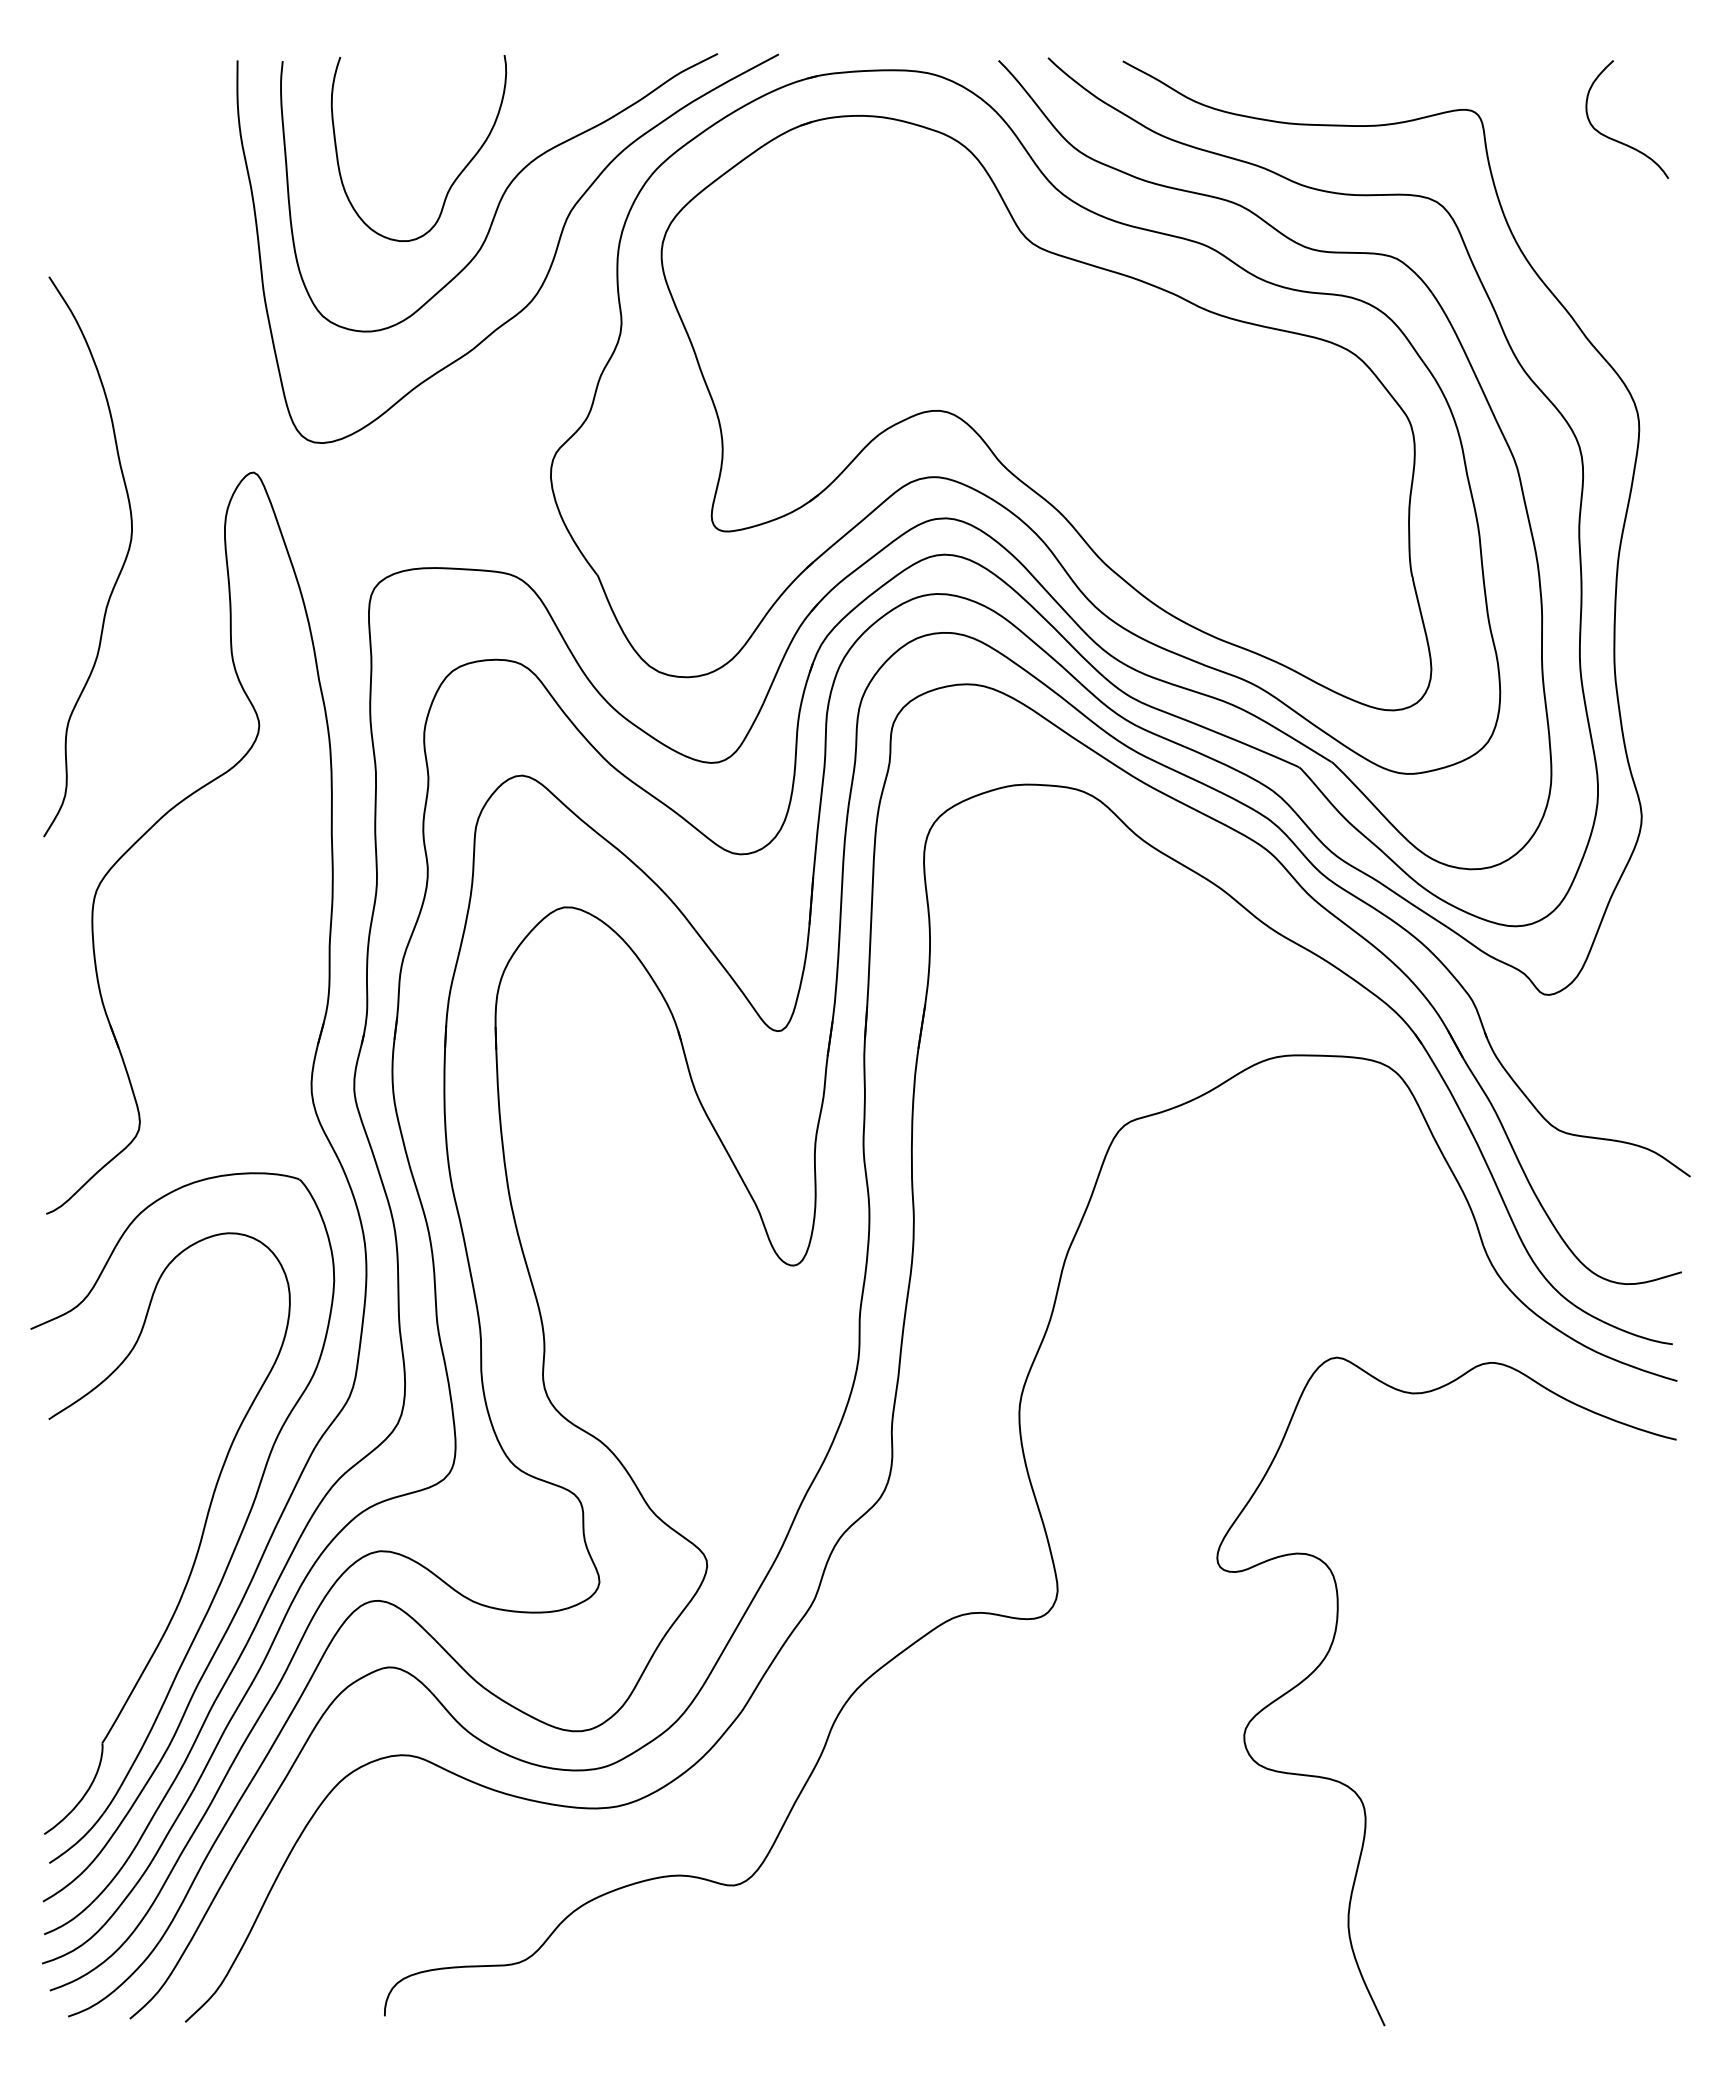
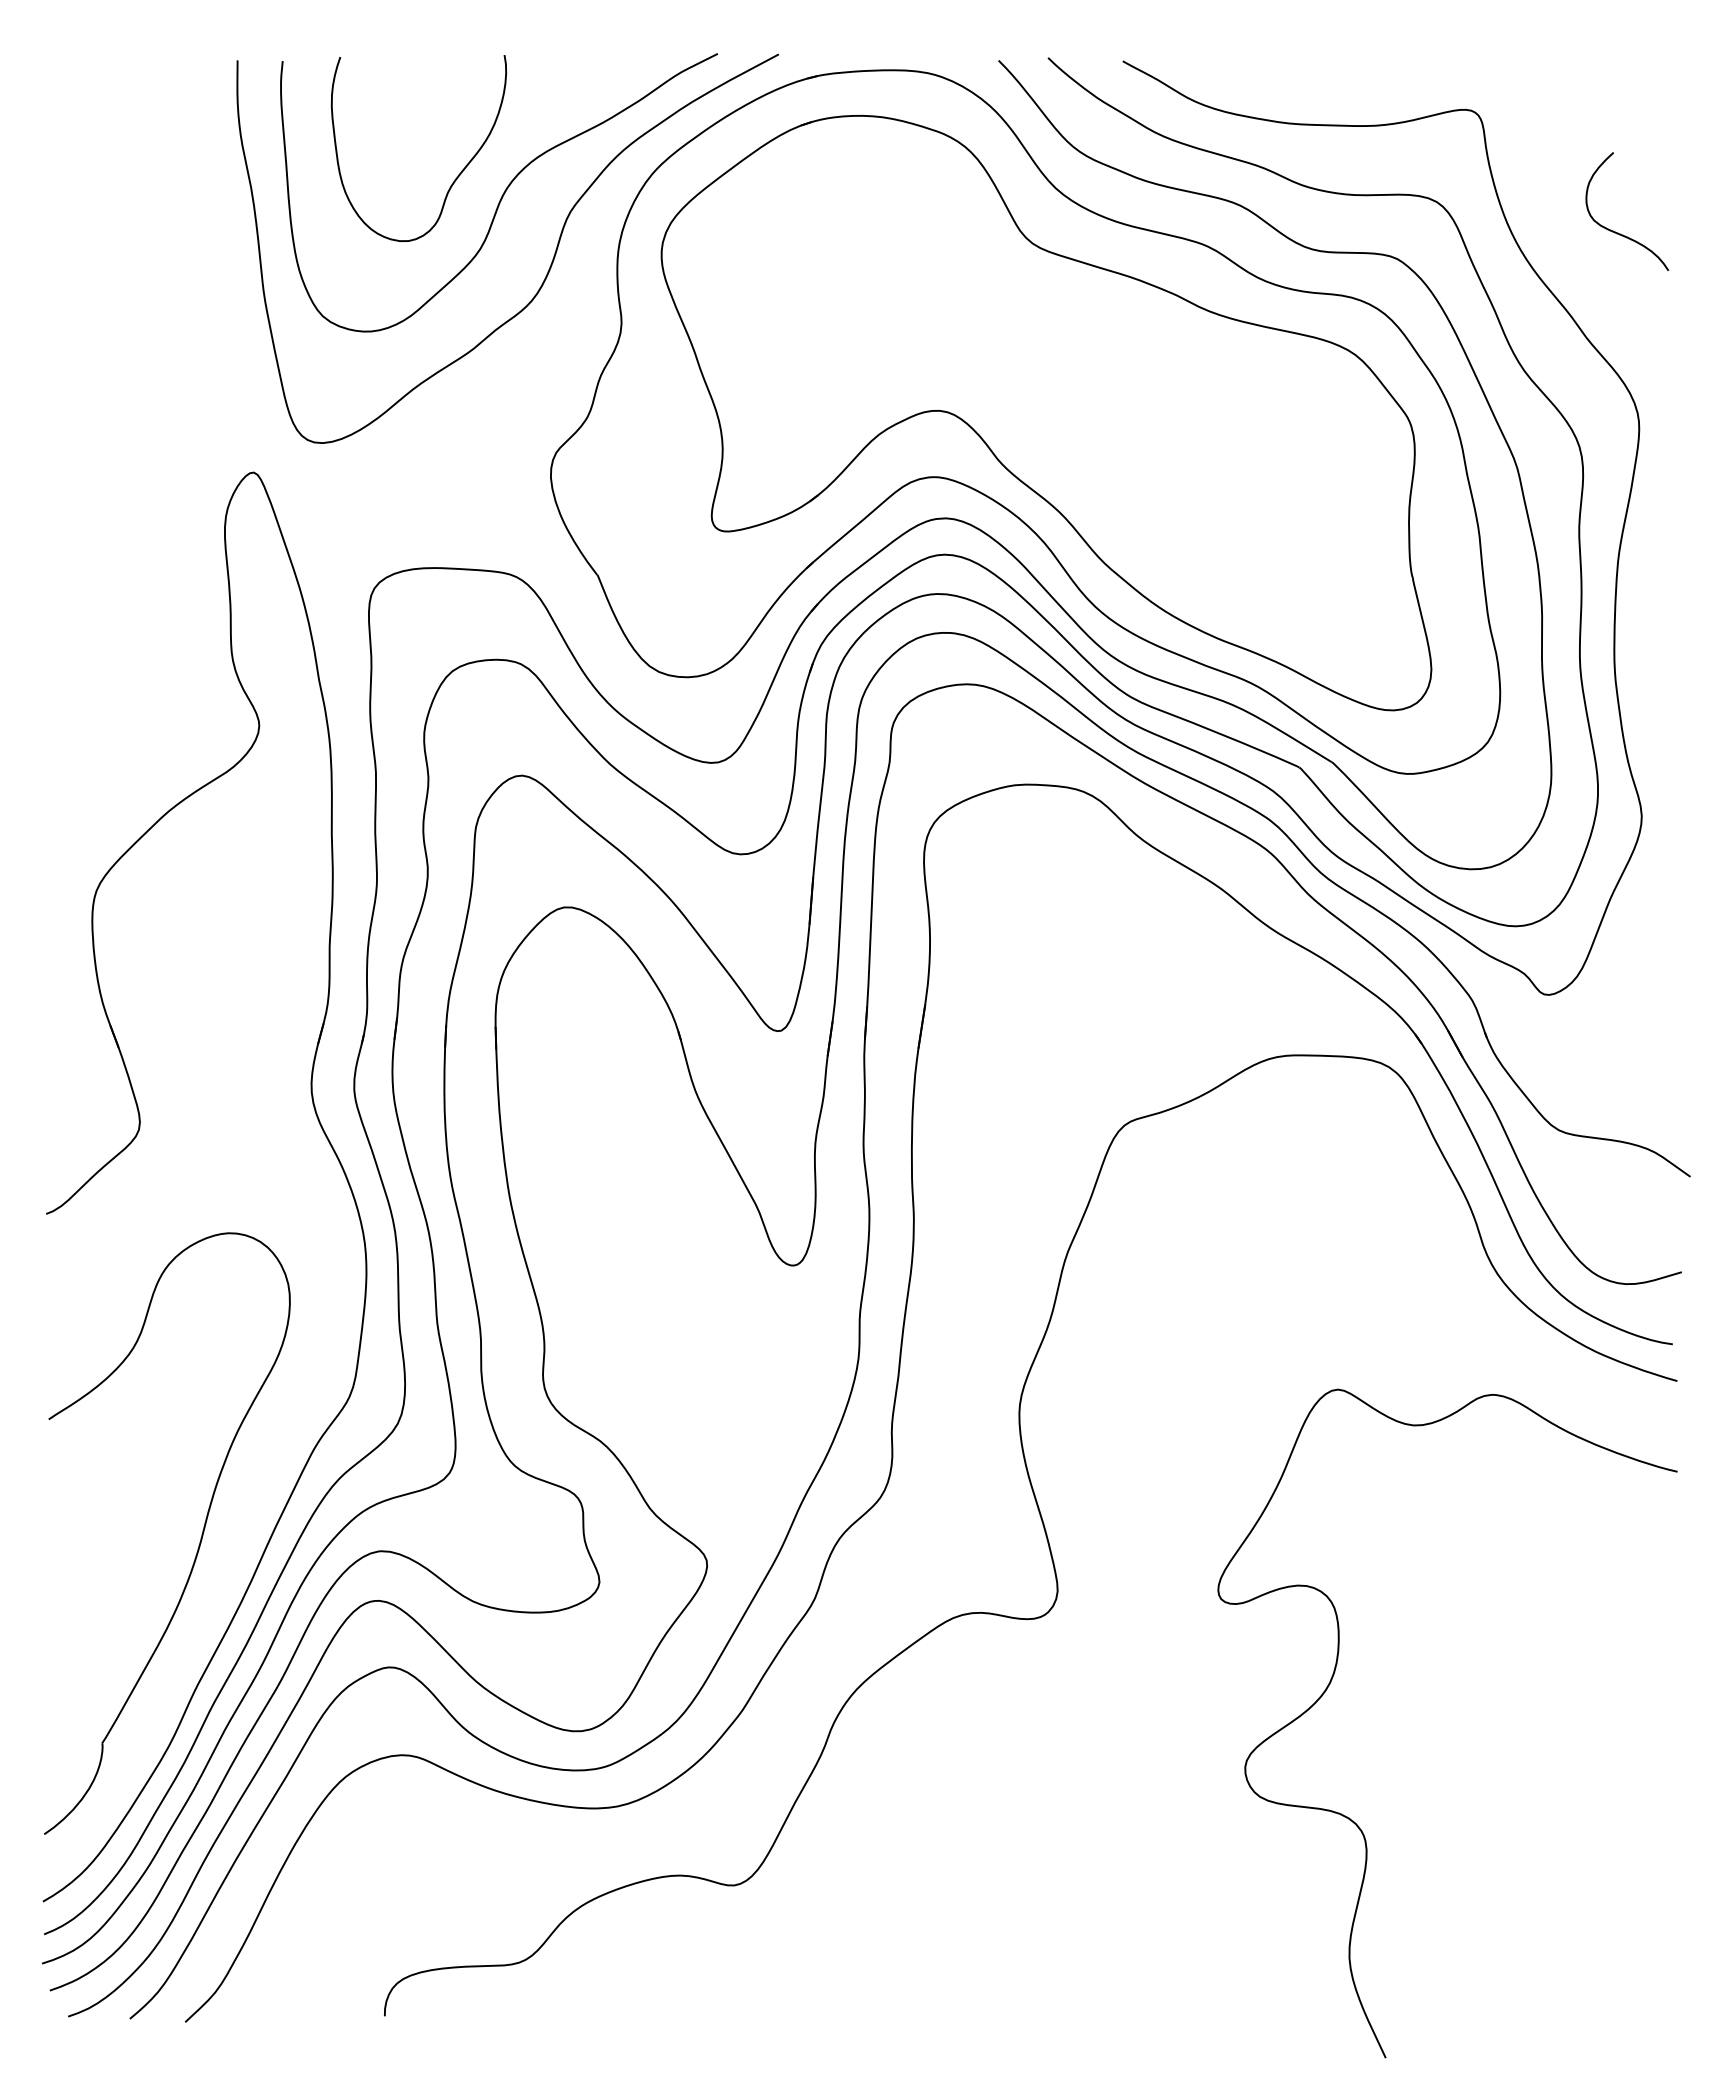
curve at (1618, 140) position: (1618, 140) -> (1618, 232)
curve at (119, 571): present -> none
part at (237, 1539): present -> none
curve at (1332, 1645) position: (1332, 1645) -> (1333, 1677)
